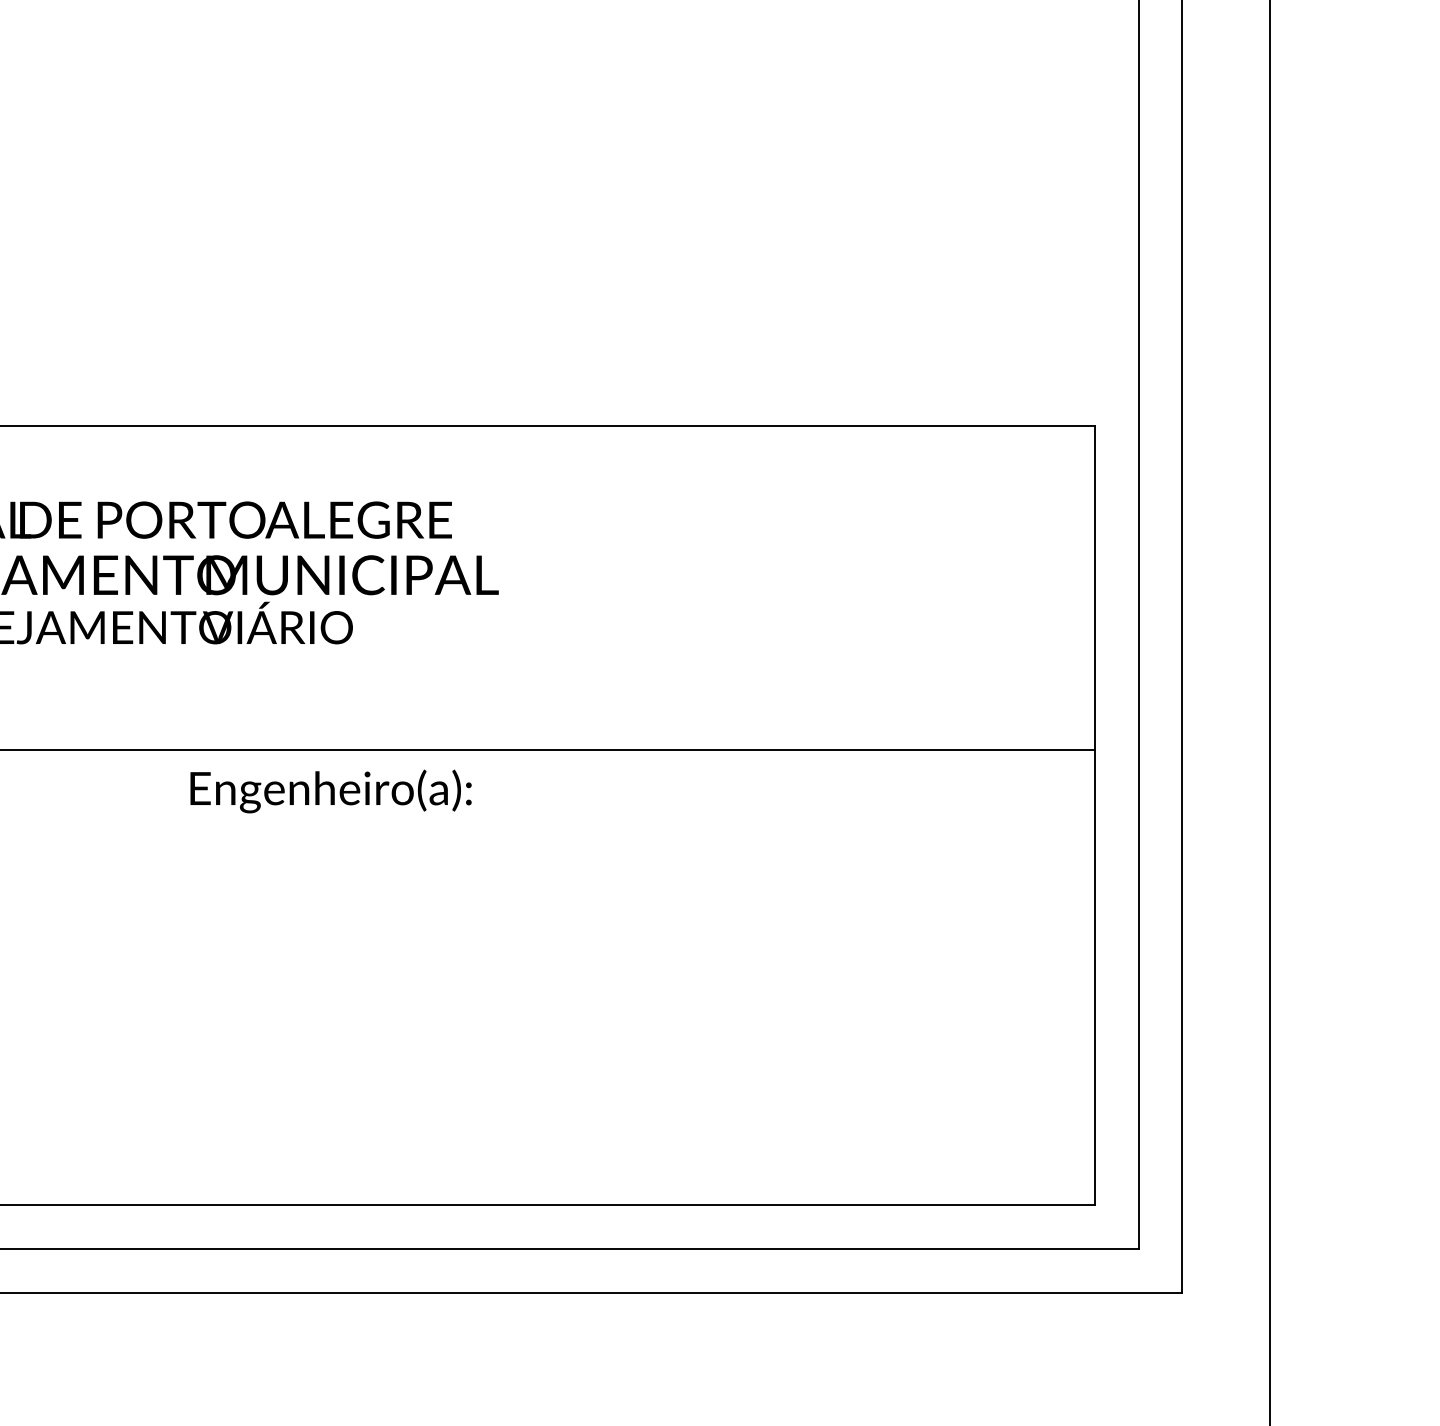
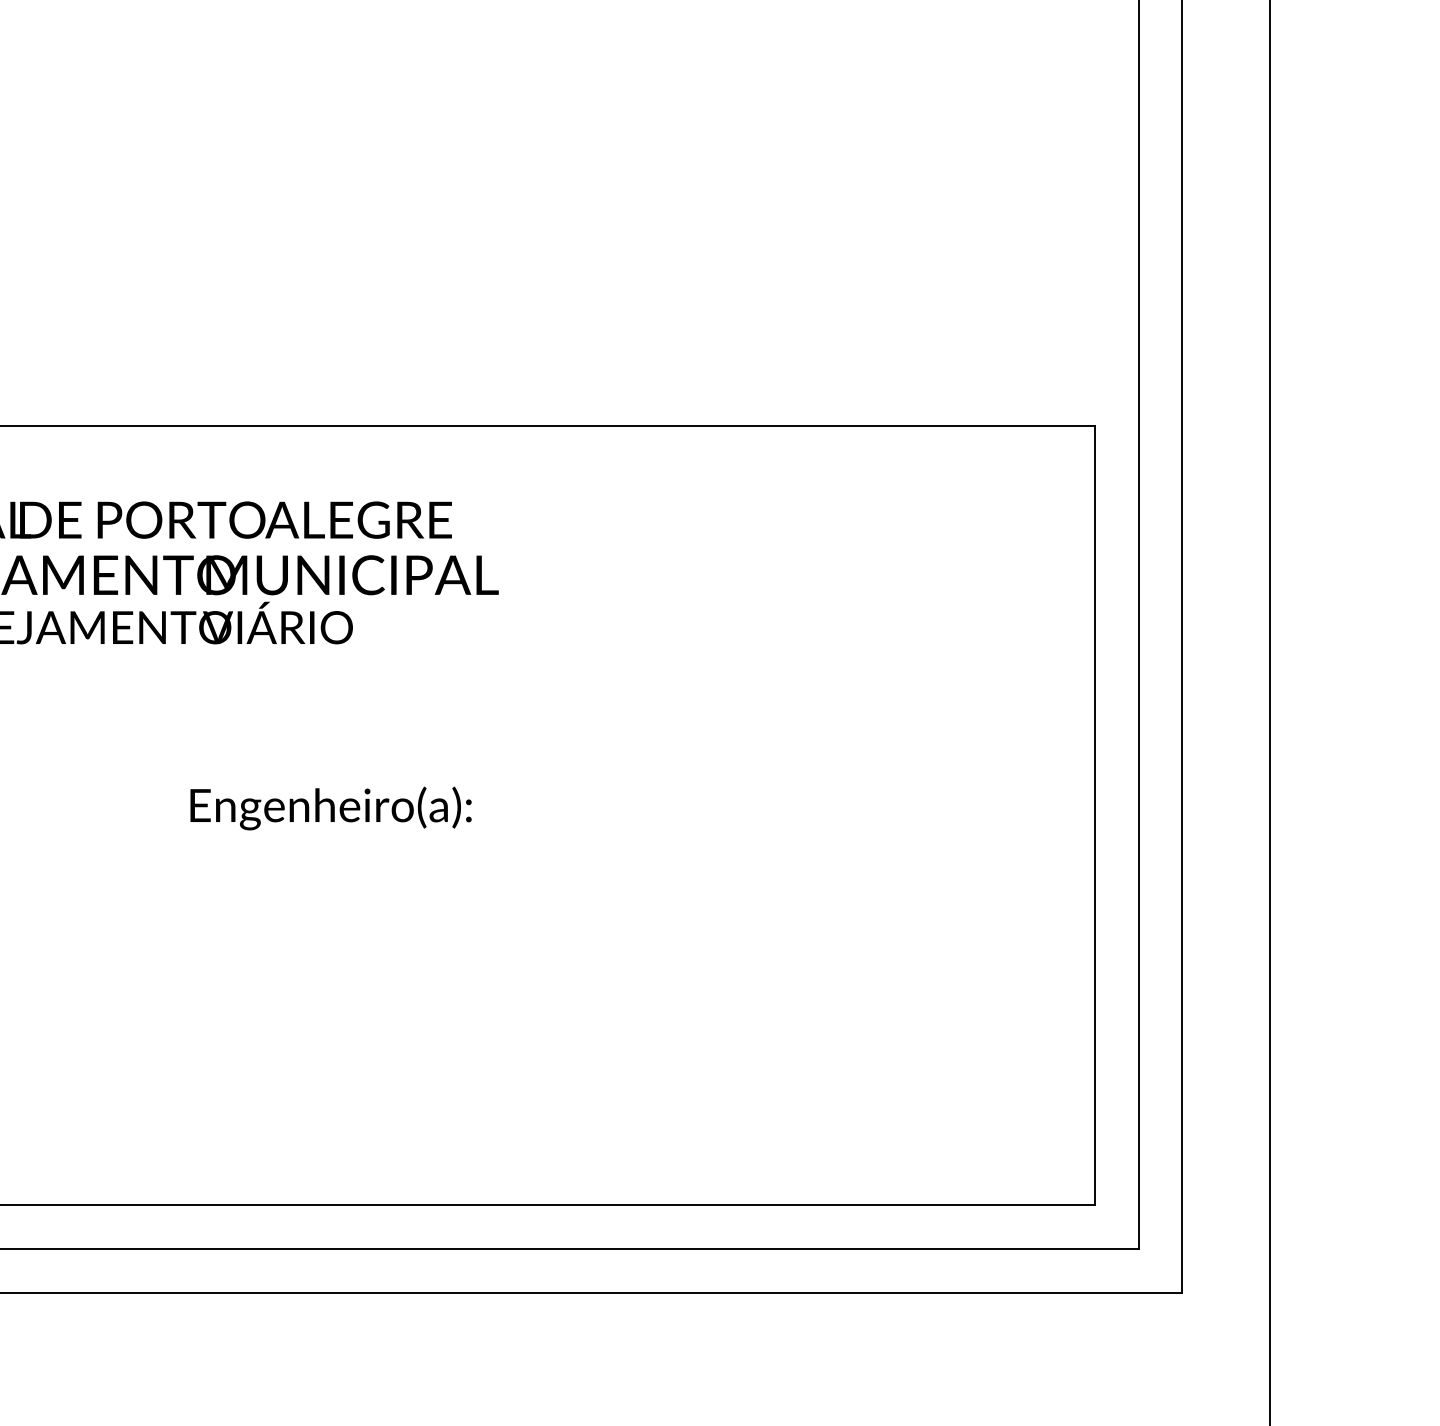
line at (548, 750): present -> none
text at (330, 791) position: (330, 791) -> (330, 808)
